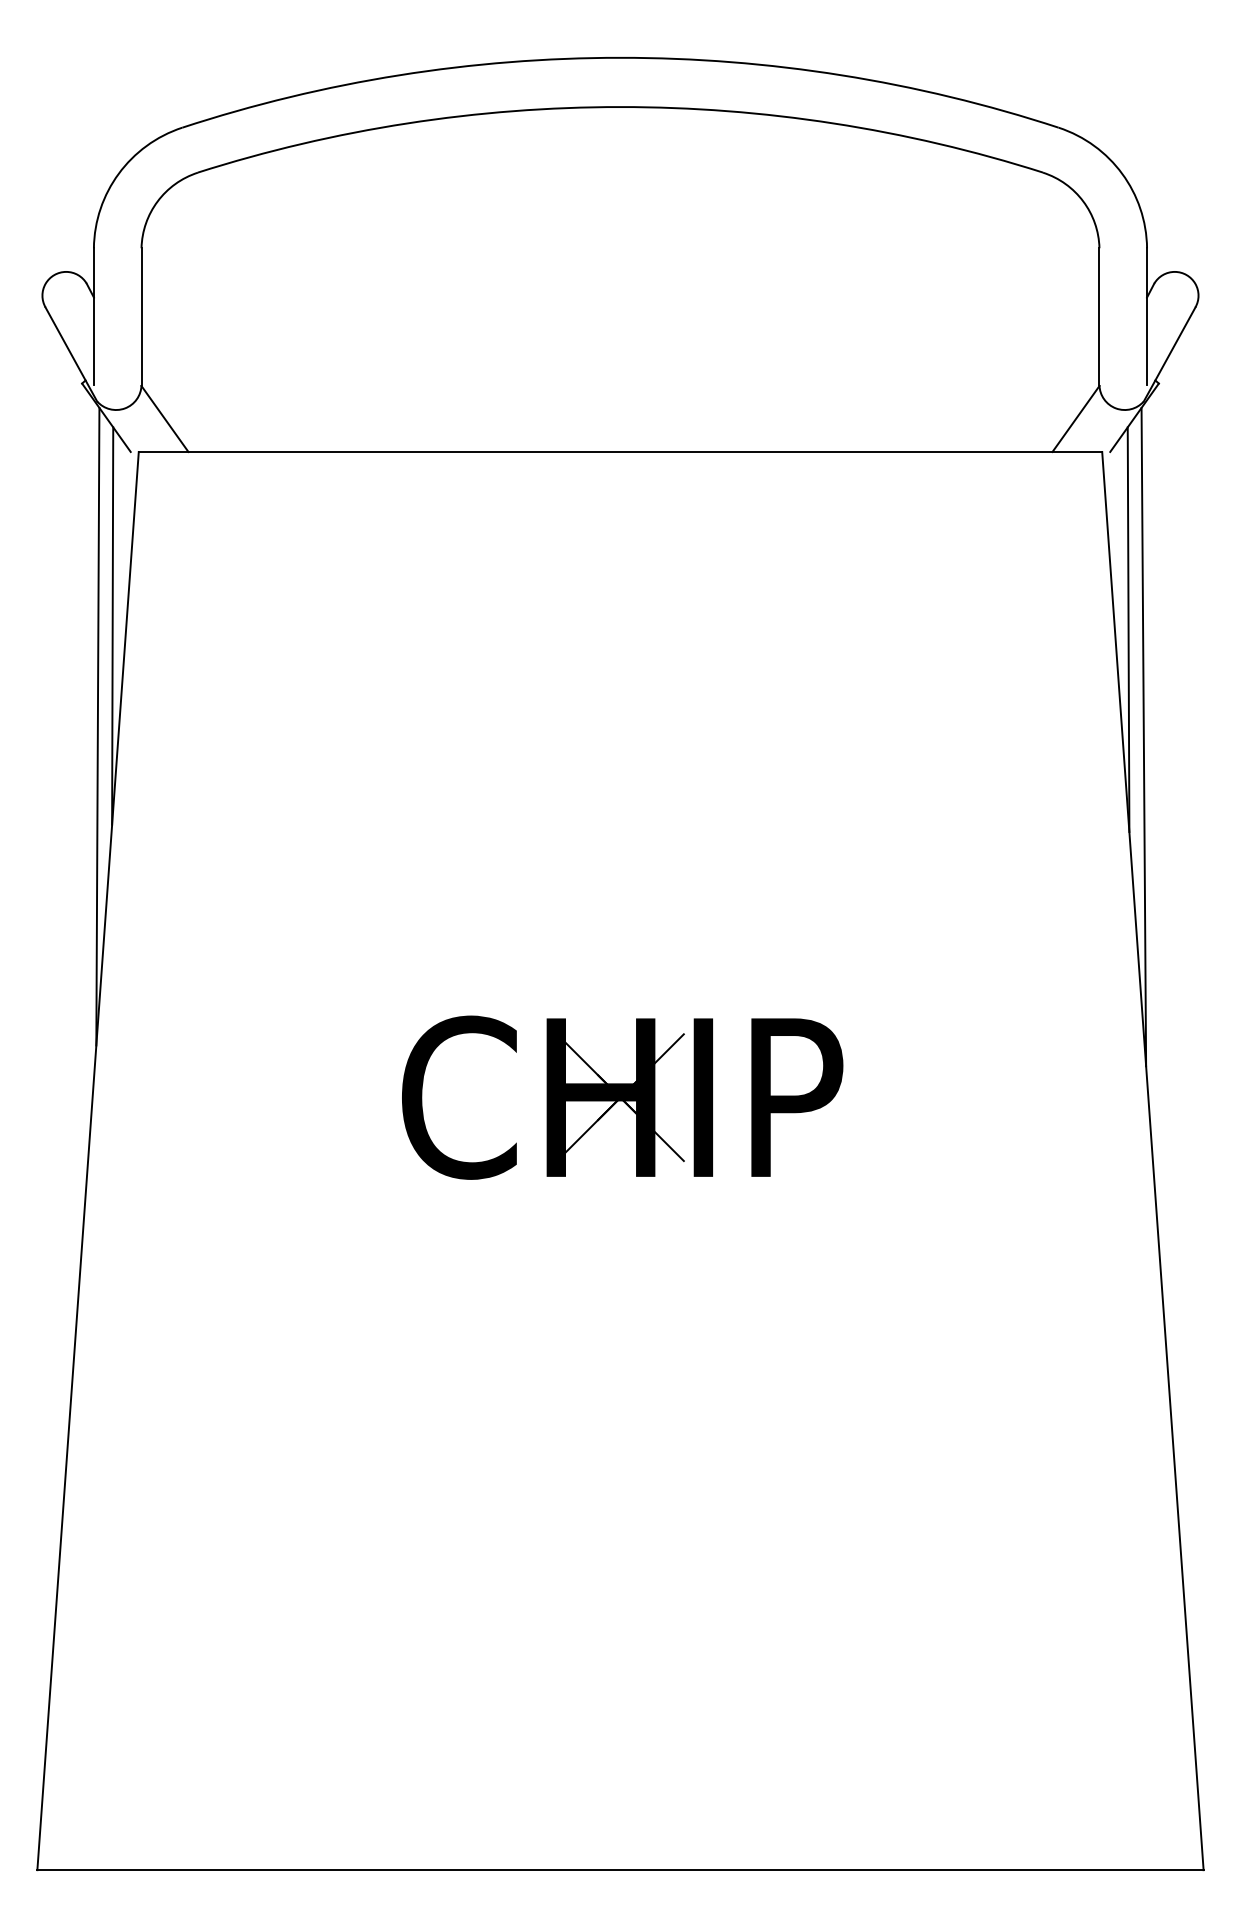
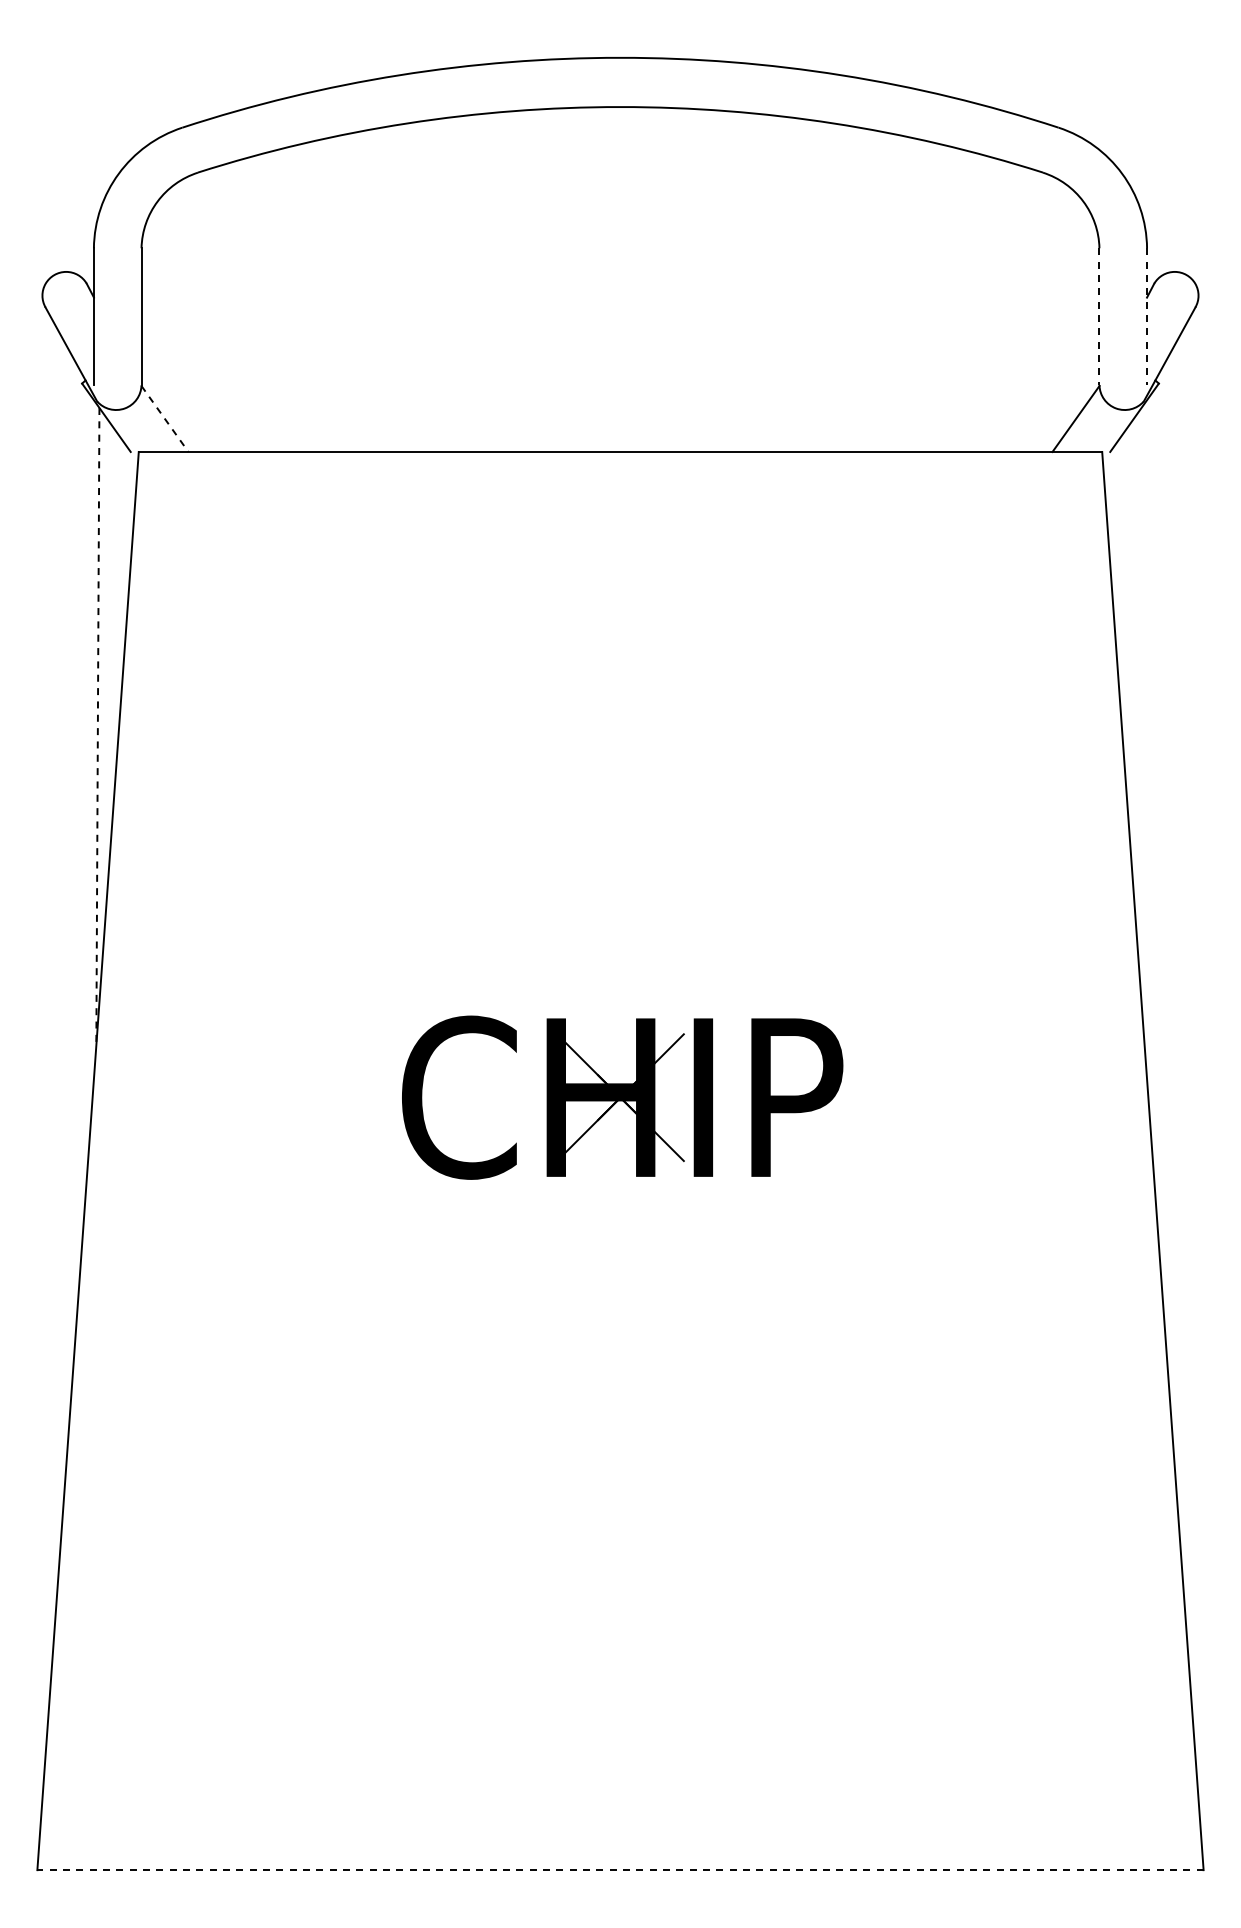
line at (1099, 316): solid -> dashed
line at (1147, 316): solid -> dashed
line at (164, 418): solid -> dashed
line at (112, 625): present -> none
line at (1128, 629): present -> none
line at (97, 726): solid -> dashed
line at (1143, 737): present -> none
line at (620, 1870): solid -> dashed
